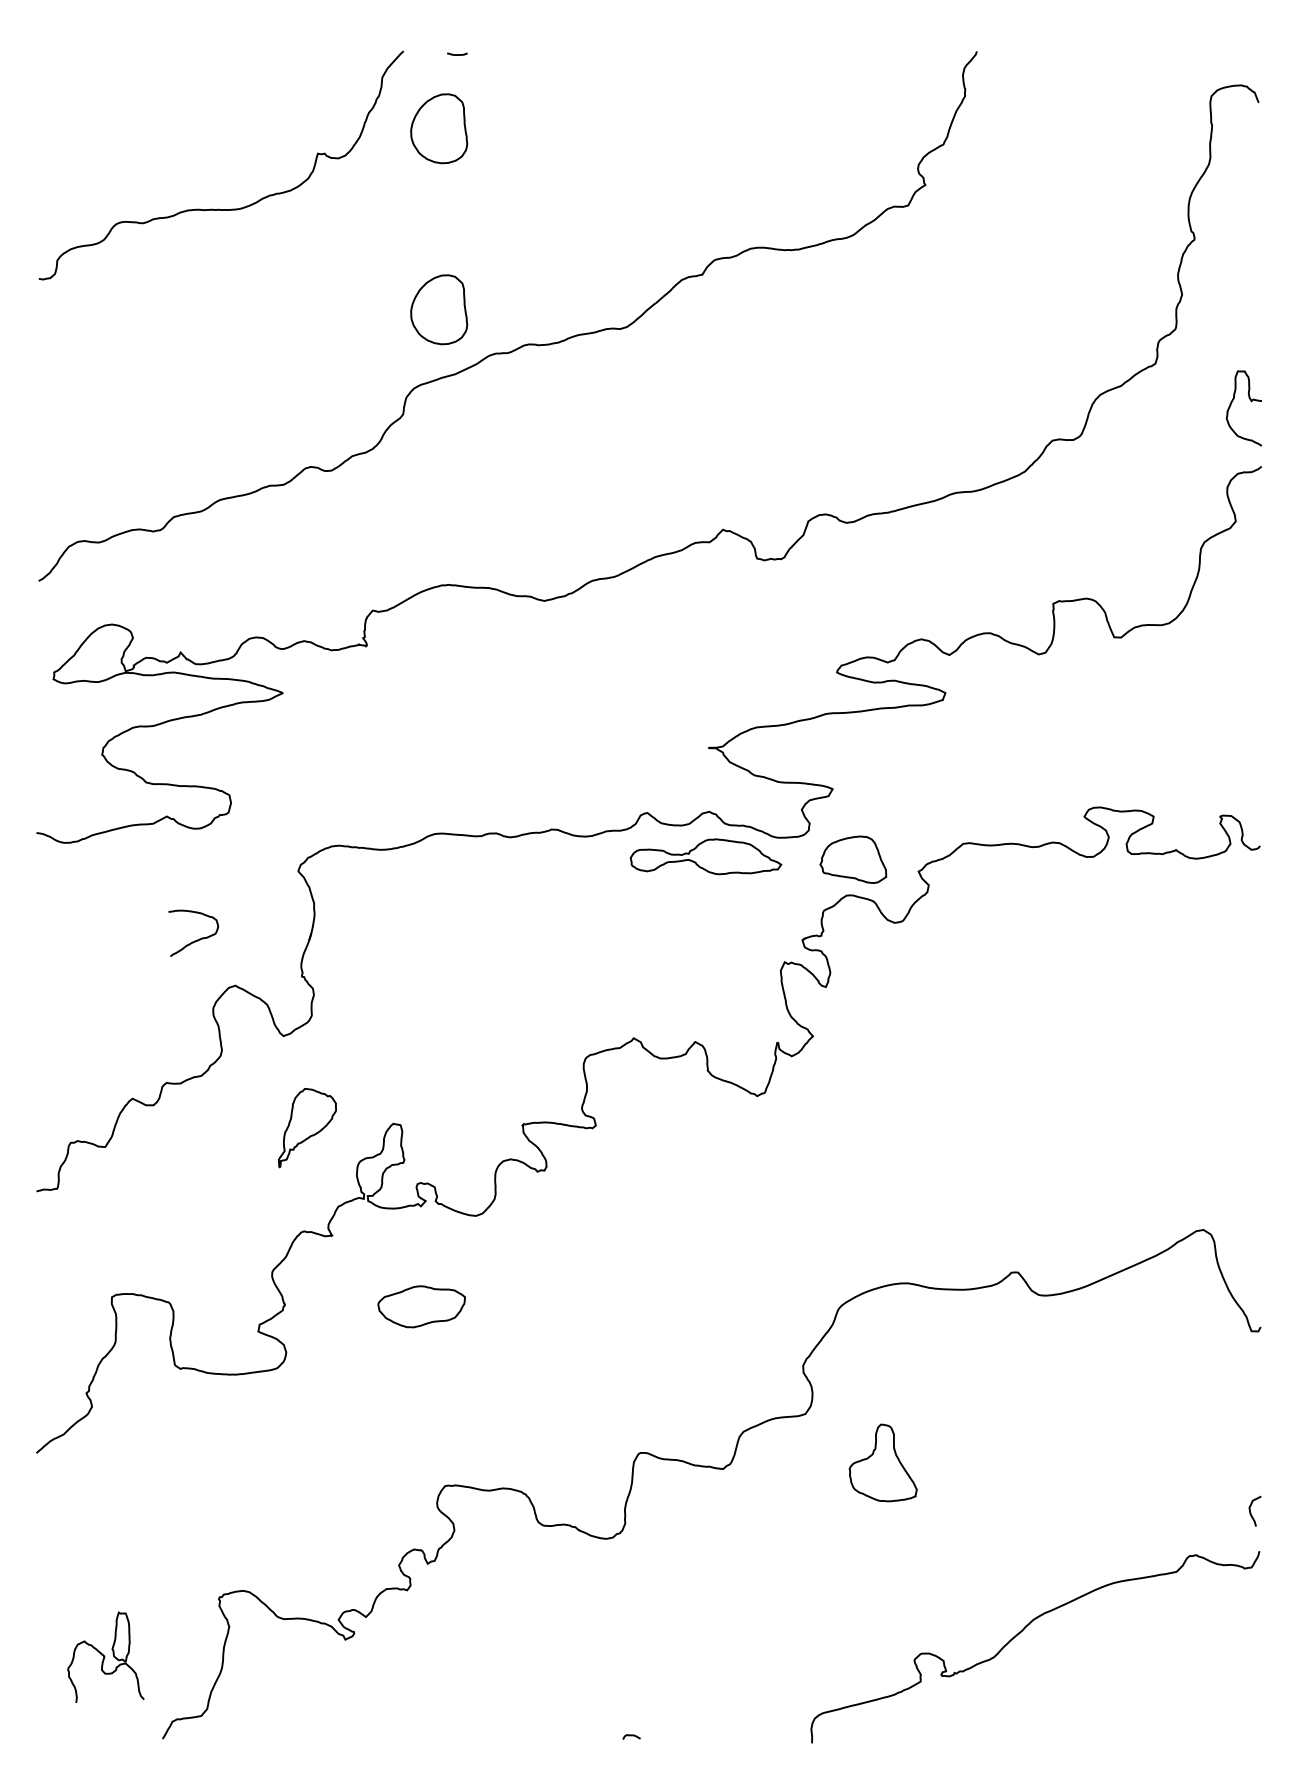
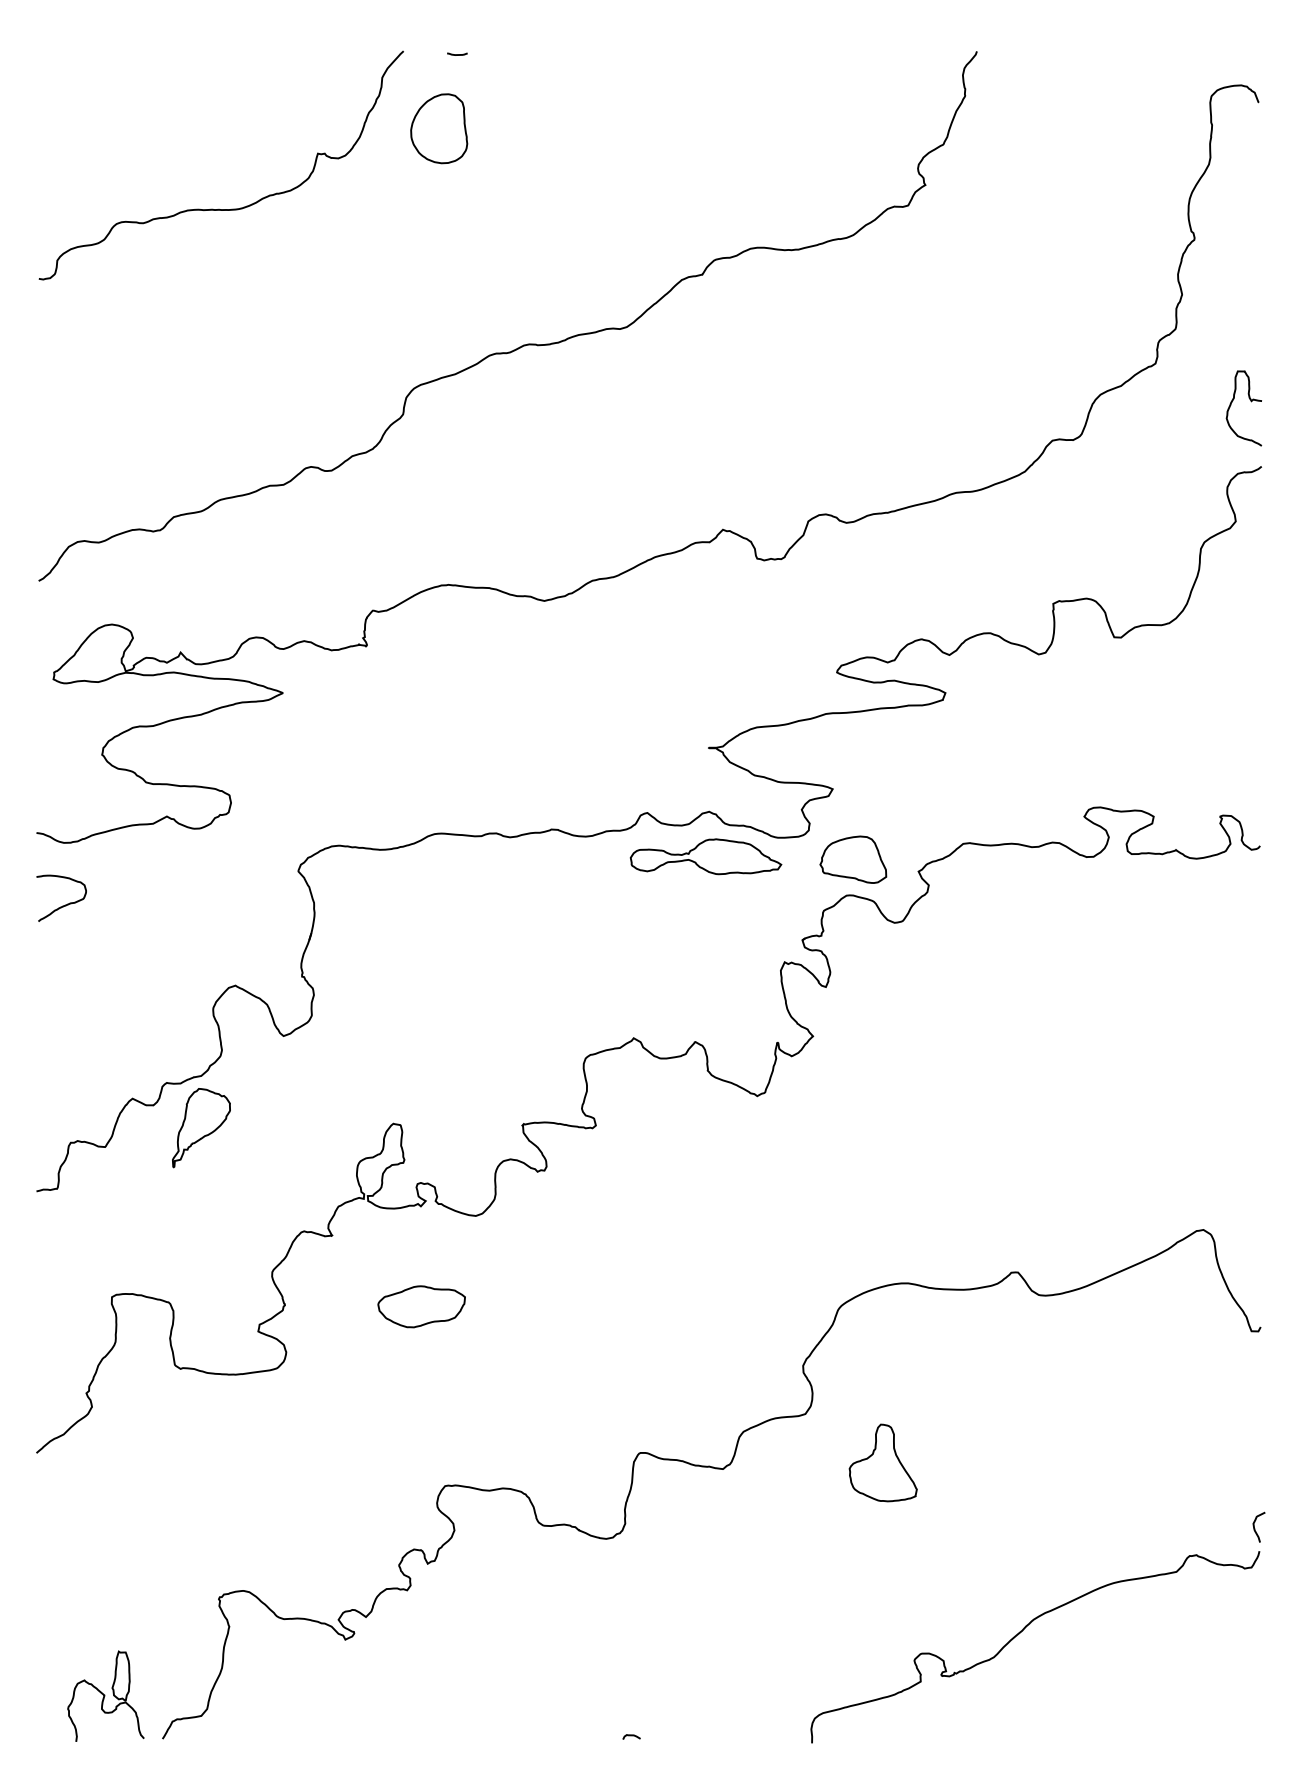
part at (439, 309): present -> none
curve at (197, 939) position: (197, 939) -> (65, 904)
part at (307, 1128) position: (307, 1128) -> (201, 1128)
curve at (1251, 1512) position: (1251, 1512) -> (1255, 1528)
part at (105, 1656) position: (105, 1656) -> (105, 1695)
